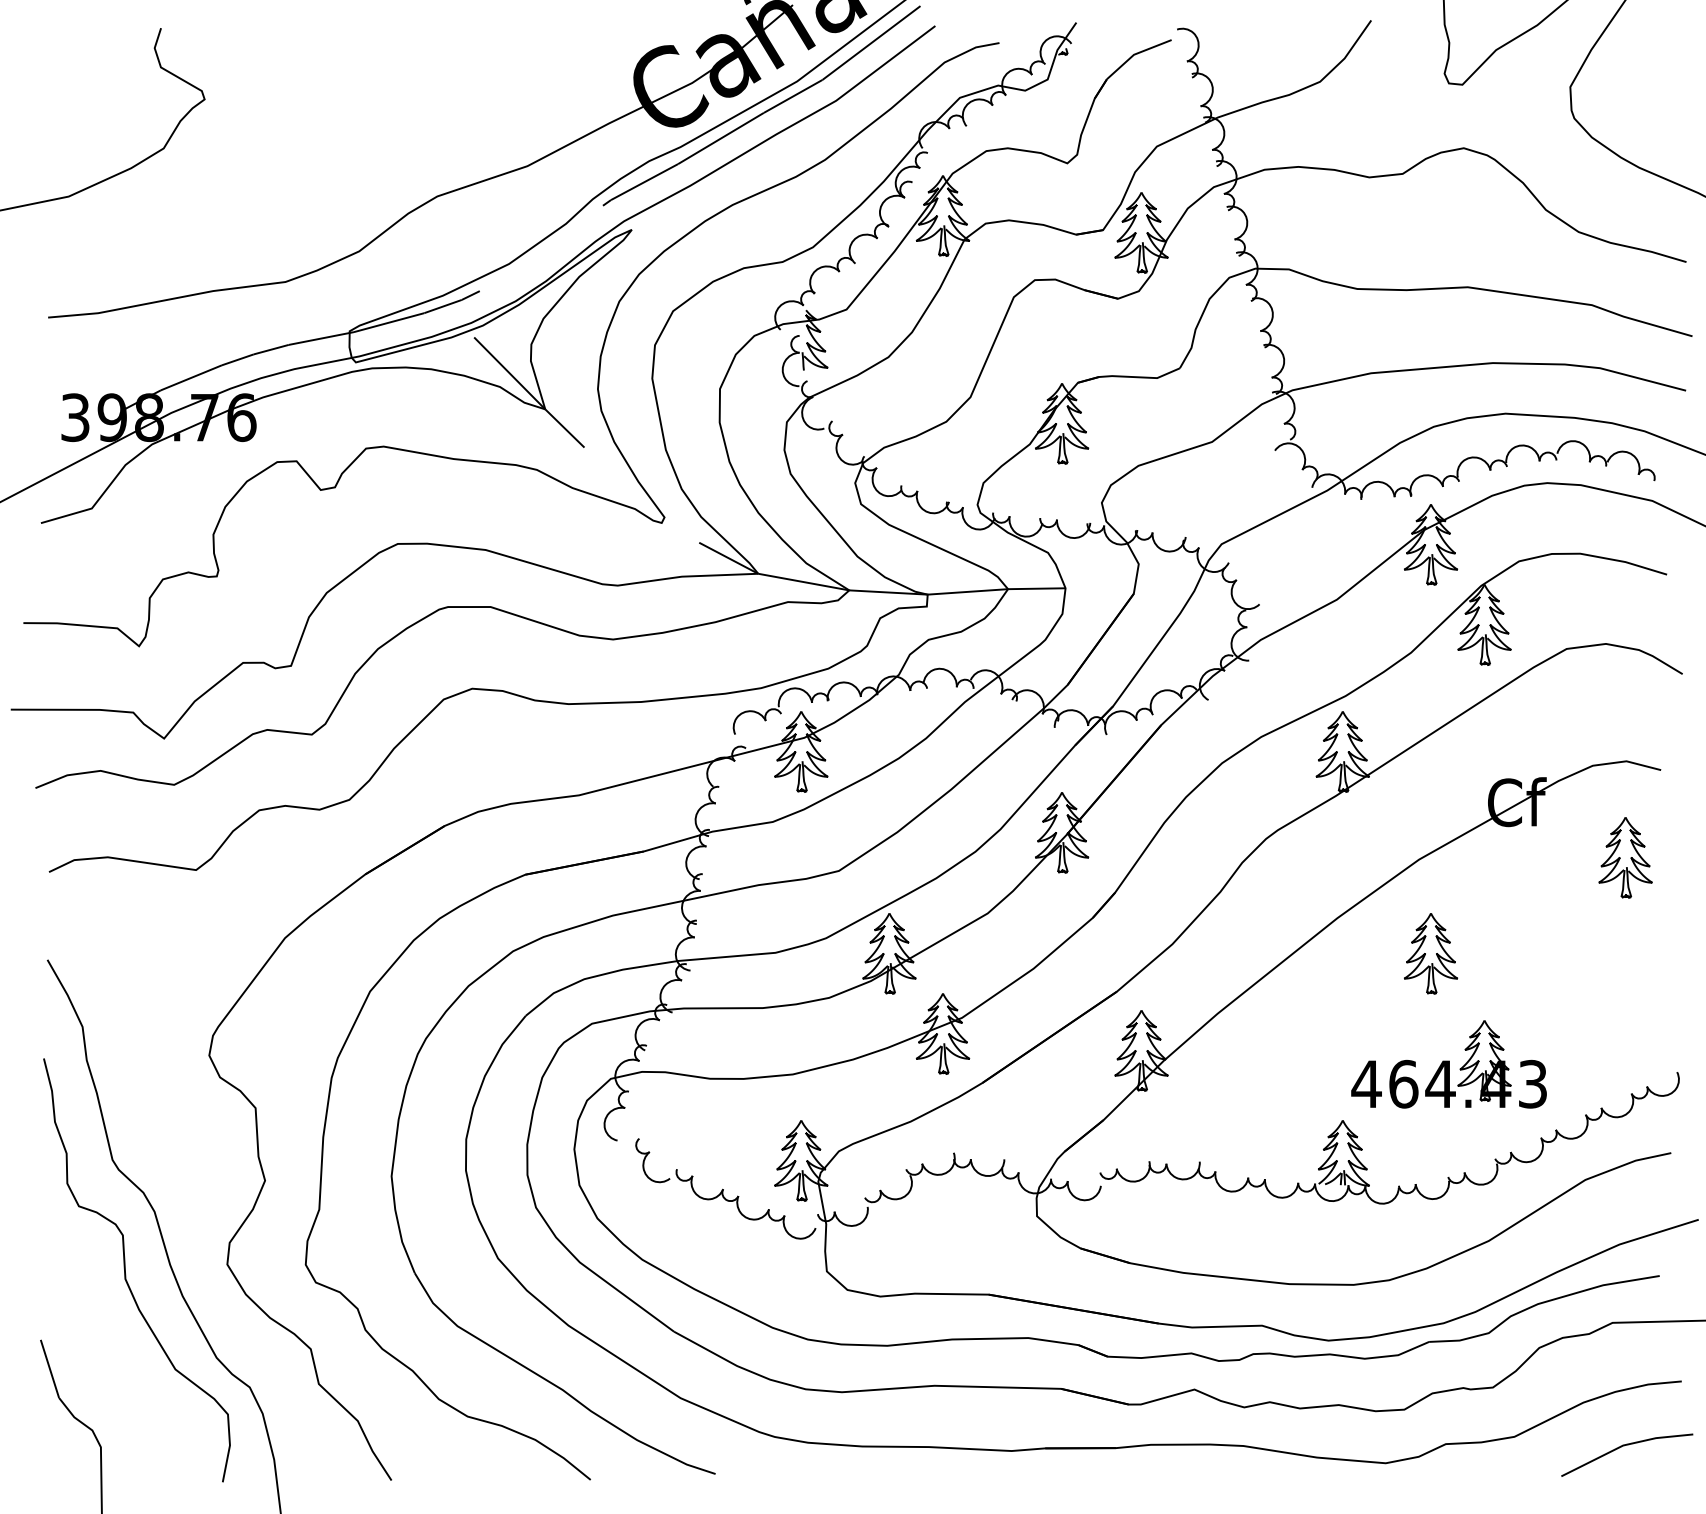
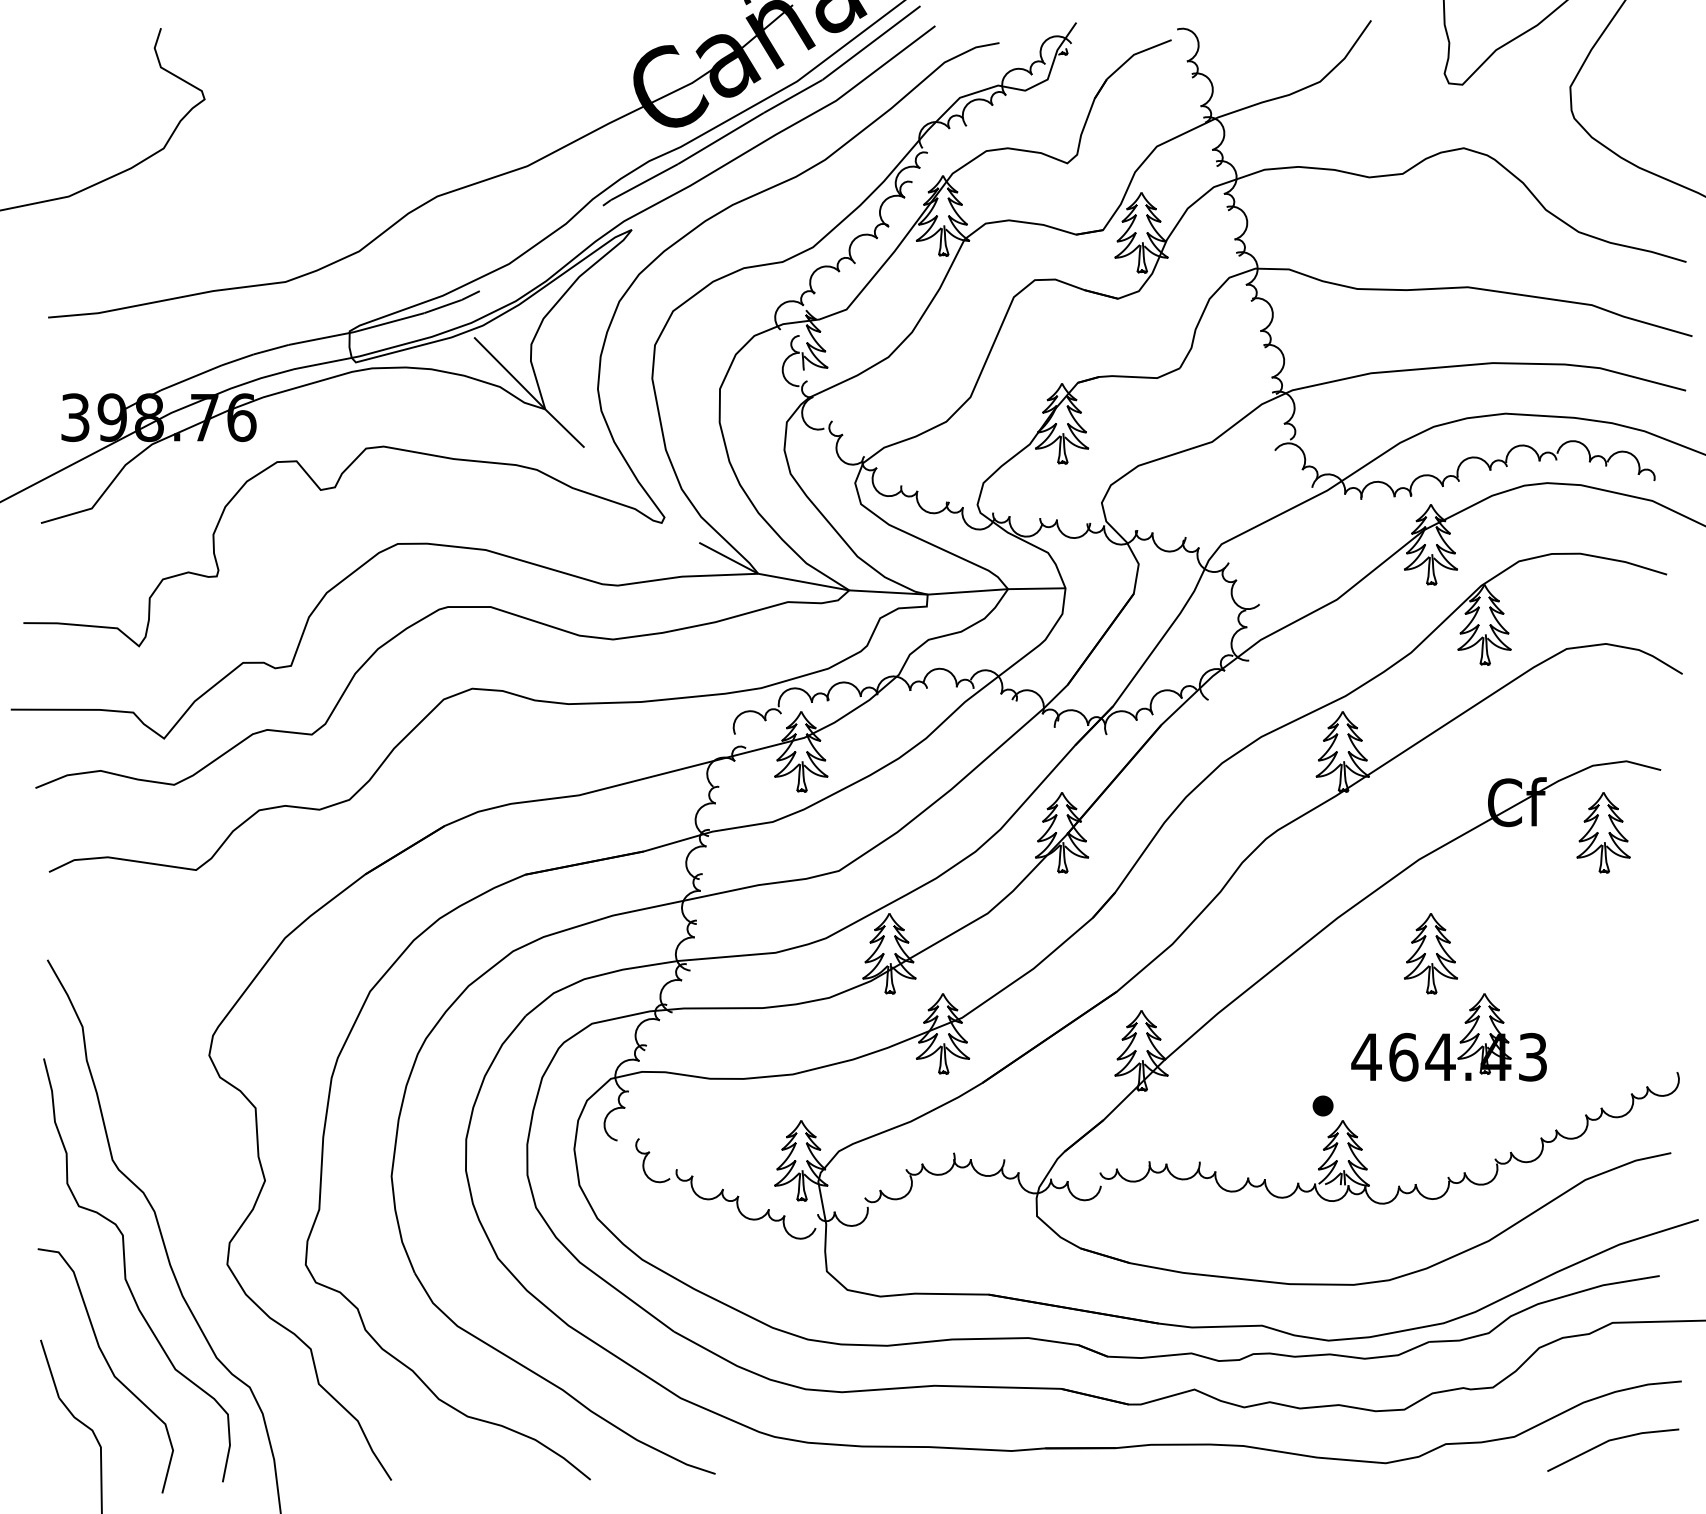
part at (1625, 857) position: (1625, 857) -> (1603, 832)
part at (1448, 1064) position: (1448, 1064) -> (1448, 1037)
part at (1322, 1105): none -> present
curve at (108, 1367): none -> present
line at (1624, 1446) position: (1624, 1446) -> (1610, 1441)
